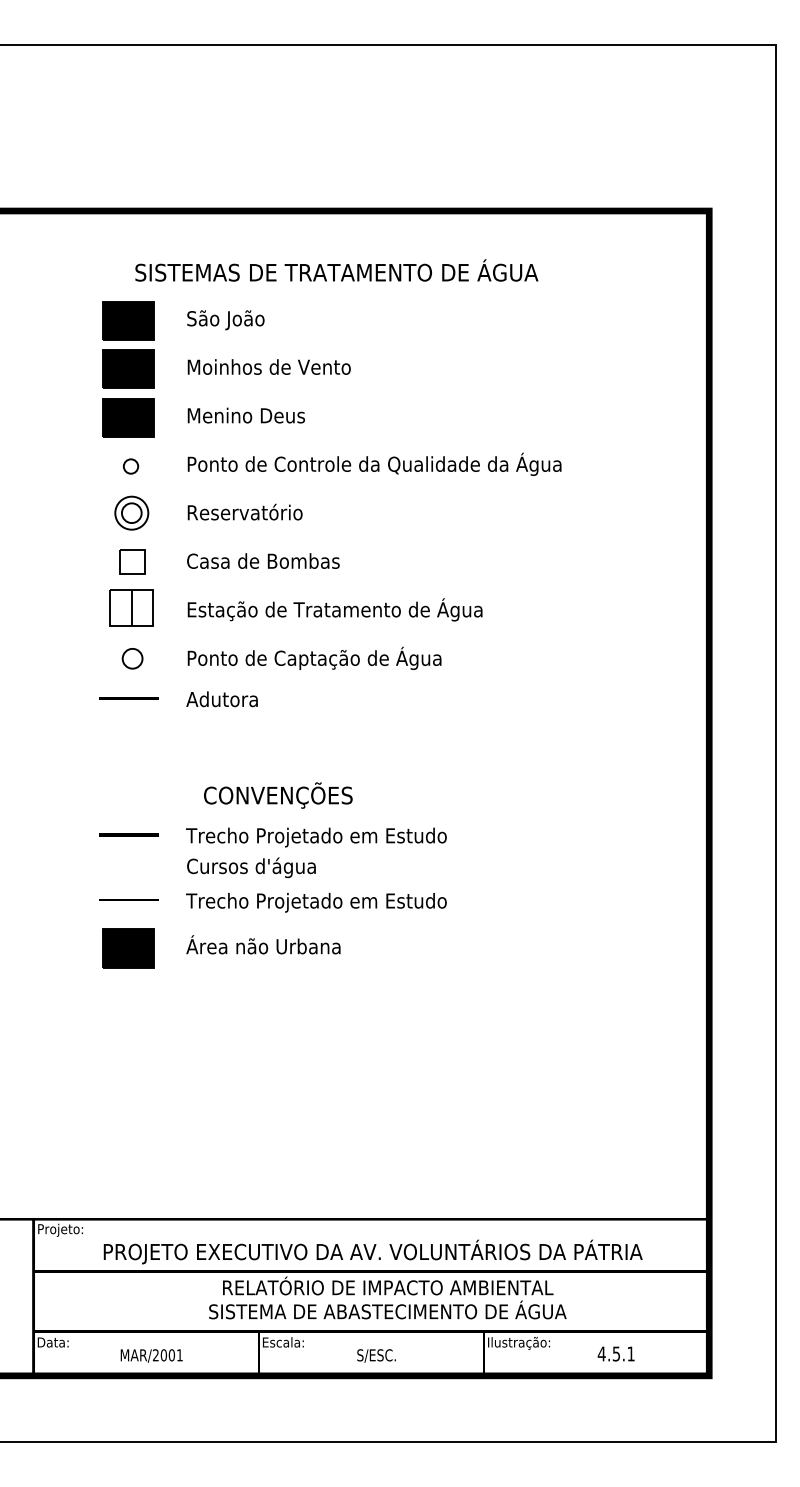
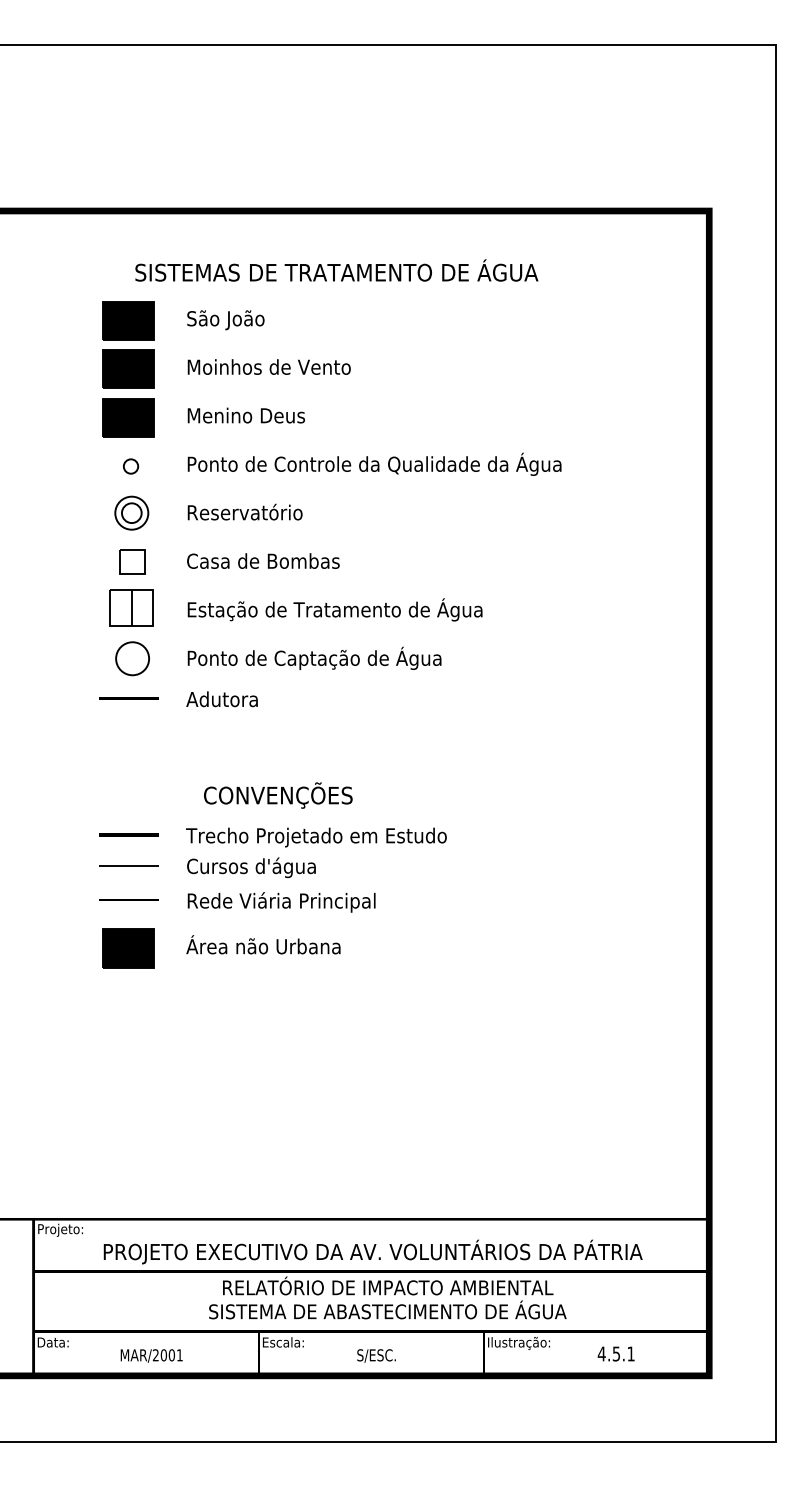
circle at (132, 658) diameter: 20 px -> 33 px
line at (128, 865): none -> present
text at (316, 902): Trecho Projetado em Estudo -> Rede Viária Principal
